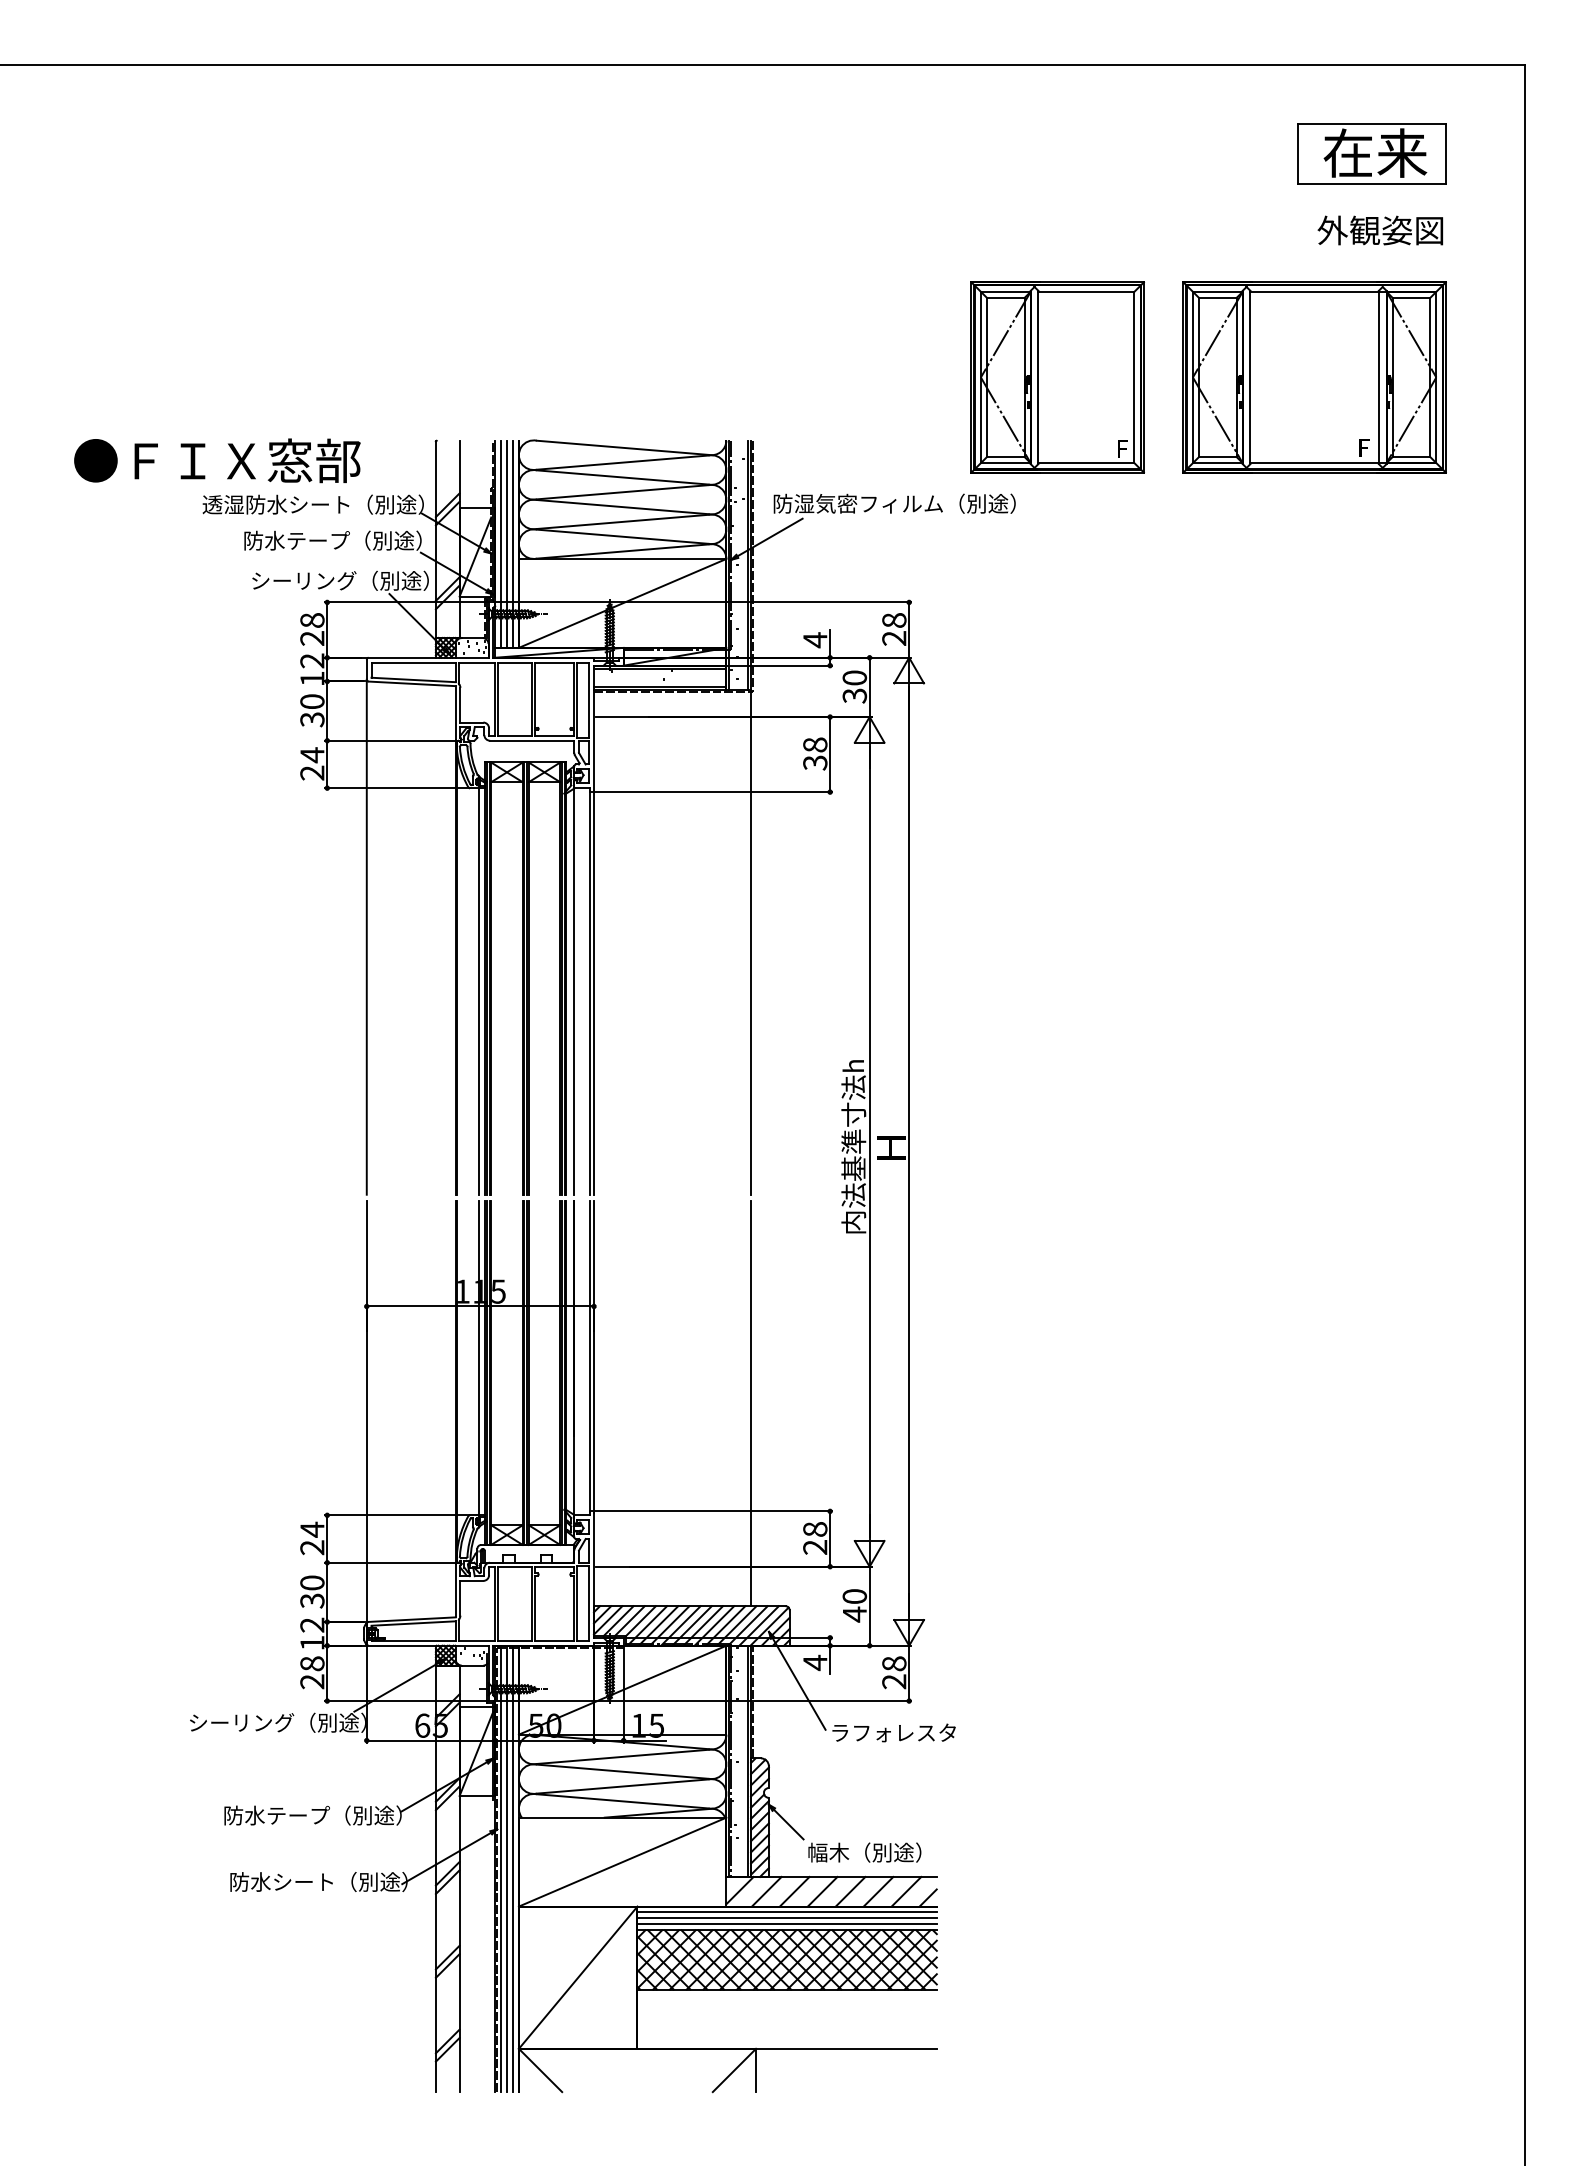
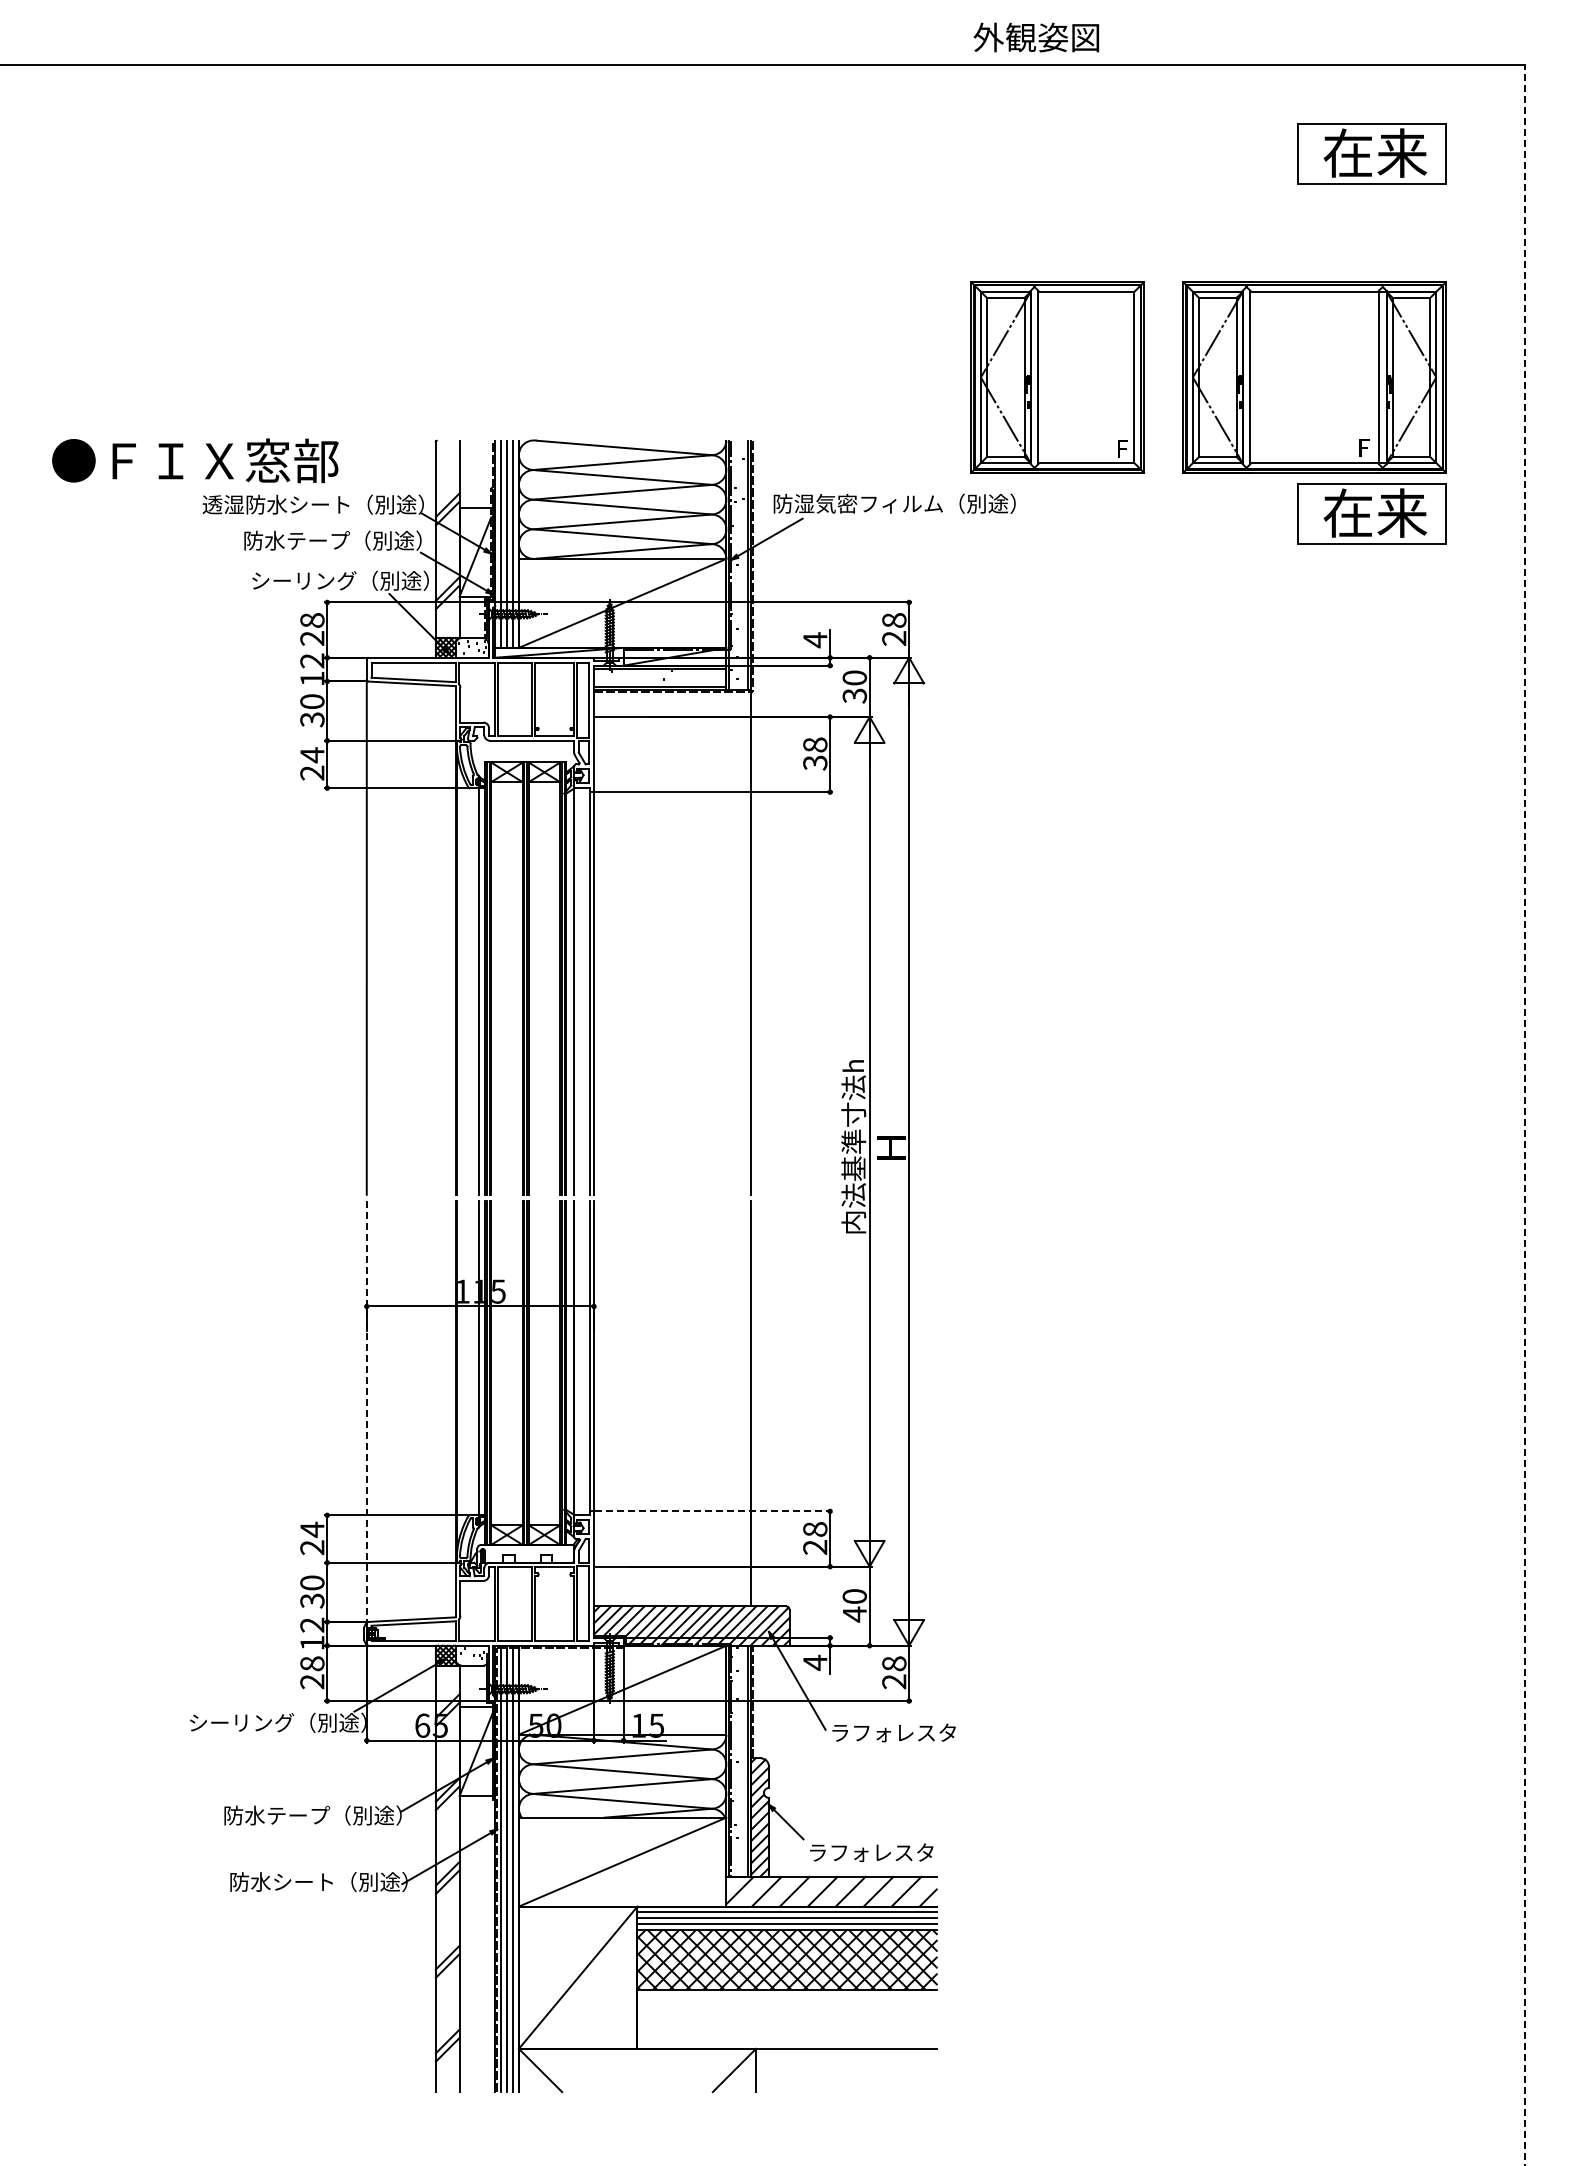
text at (1379, 230) position: (1379, 230) -> (1035, 37)
text at (217, 460) position: (217, 460) -> (195, 460)
part at (1371, 513): none -> present
line at (1524, 1114): solid -> dashed
line at (366, 1412): solid -> dashed
line at (713, 1511): solid -> dashed
text at (870, 1852): 幅木（別途） -> ラフォレスタ
